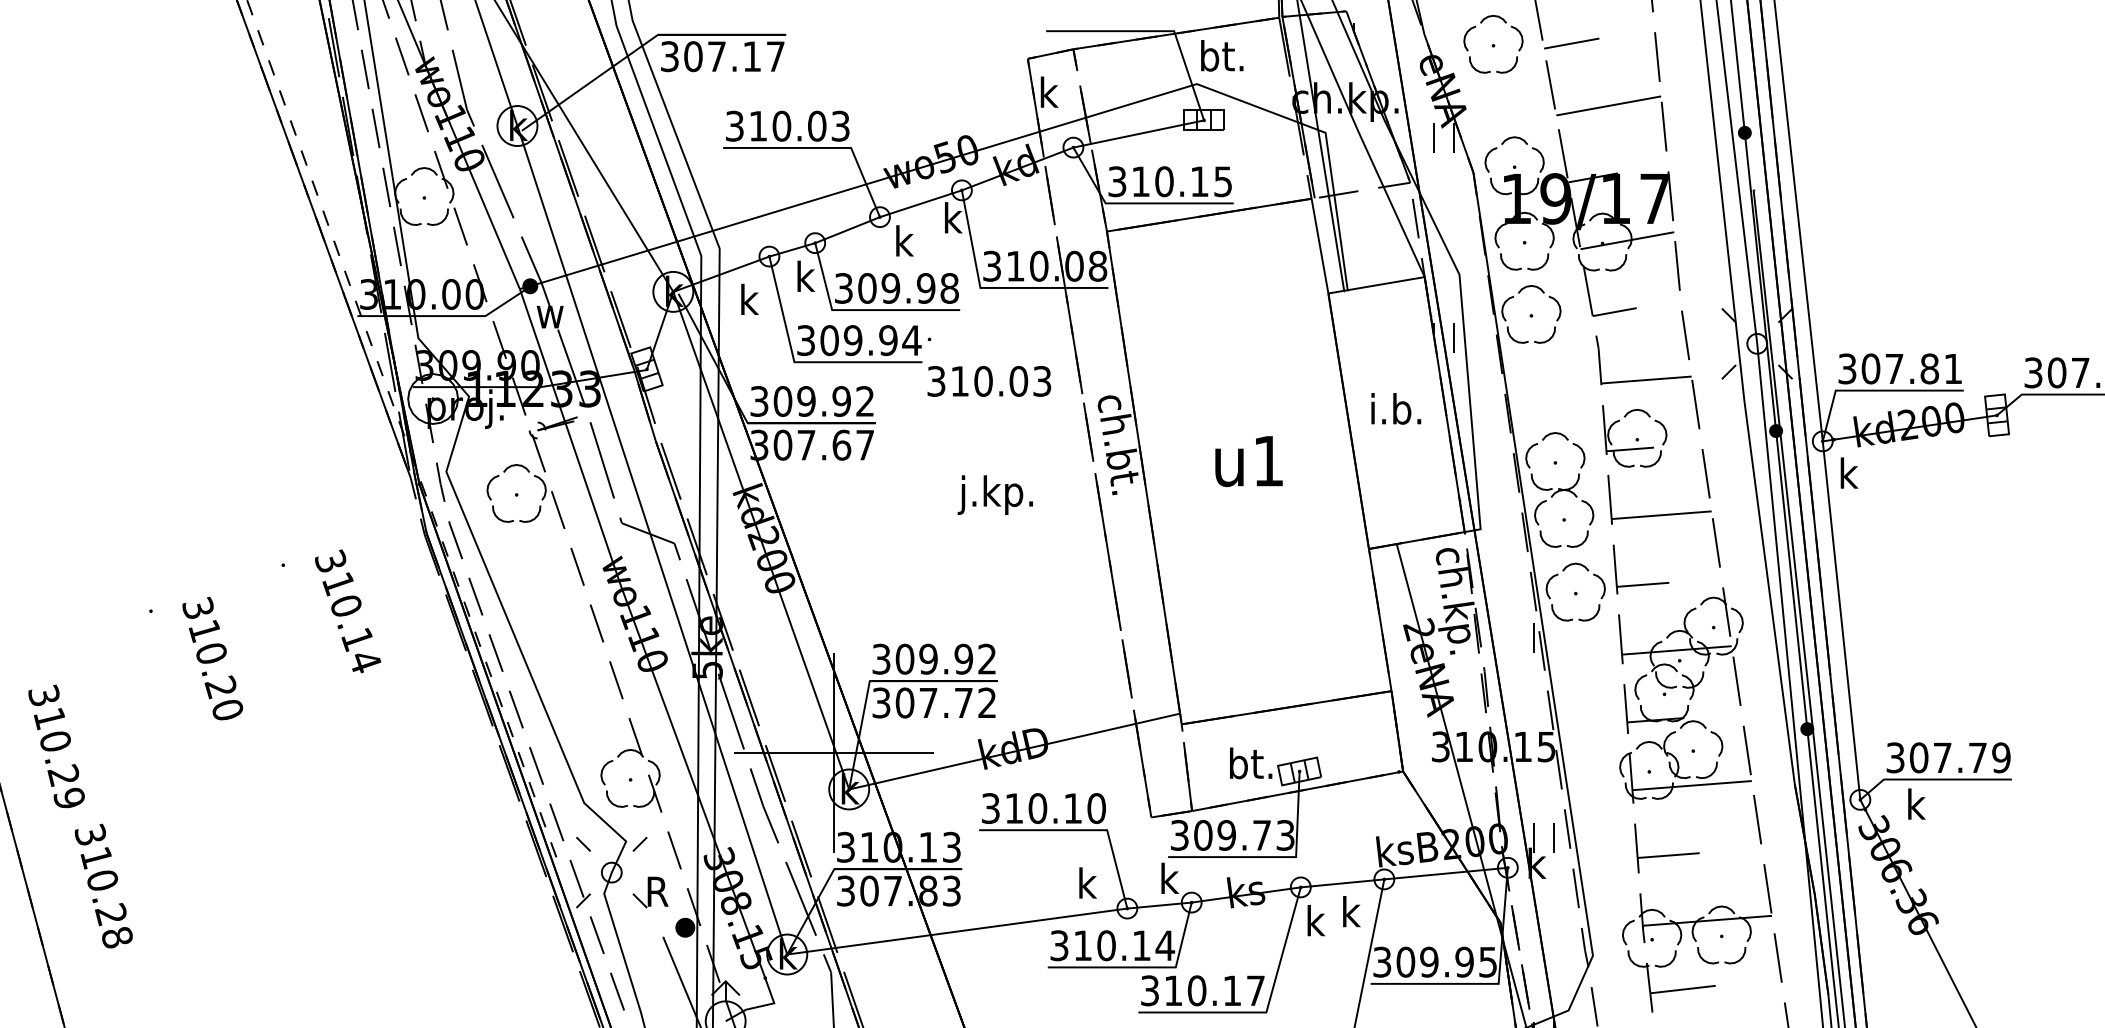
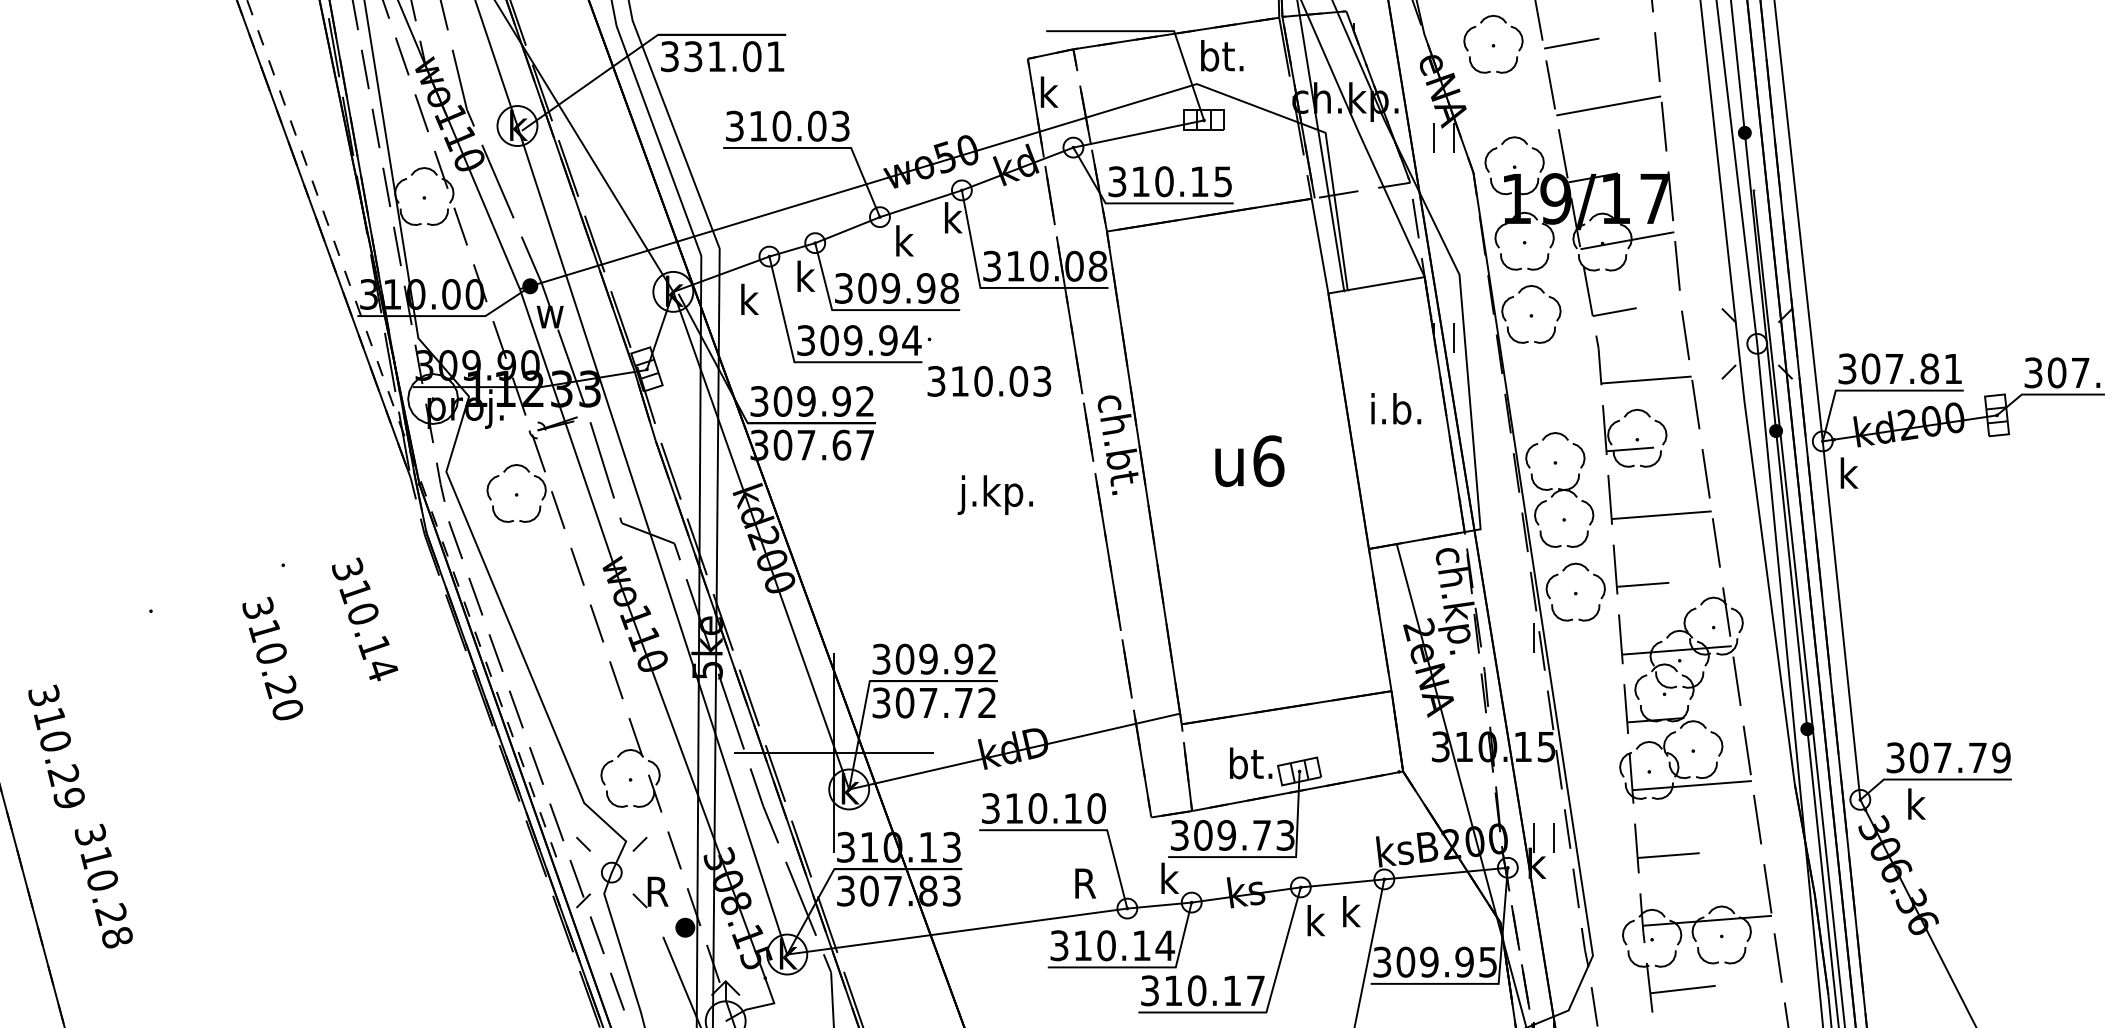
text at (734, 56): 307.17 -> 331.01
text at (1268, 461): u1 -> u6
text at (348, 611) position: (348, 611) -> (365, 619)
text at (212, 658) position: (212, 658) -> (272, 658)
text at (1085, 882): k -> R
